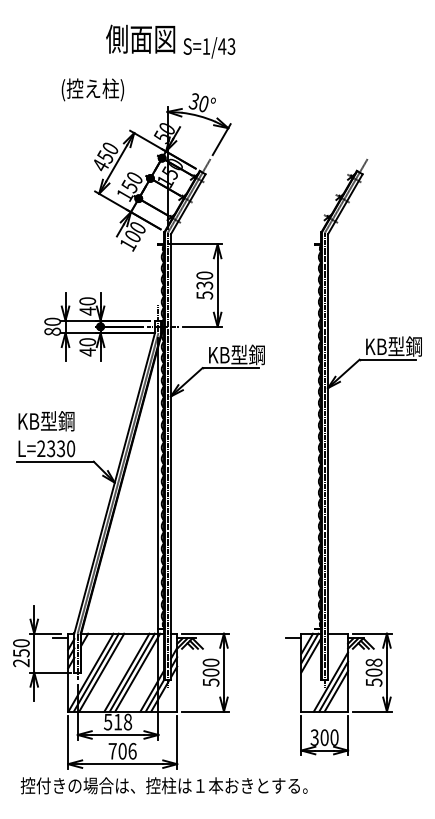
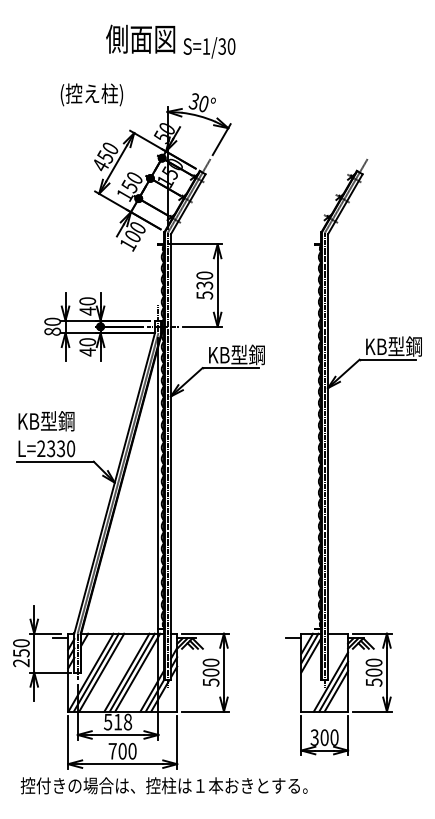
text at (226, 46): S=1/43 -> S=1/30
text at (92, 89) position: (92, 89) -> (91, 94)
text at (374, 662): 508 -> 500
text at (132, 751): 706 -> 700
